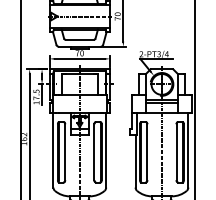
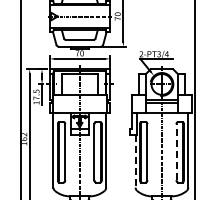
line at (176, 151): solid -> dashed
line at (135, 161): solid -> dashed
